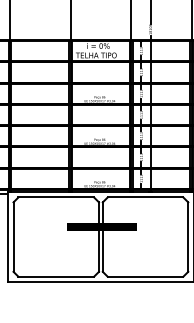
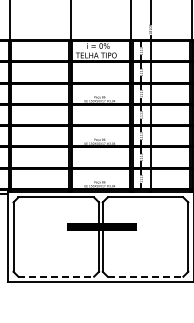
line at (56, 276): solid -> dashed
line at (145, 276): solid -> dashed
